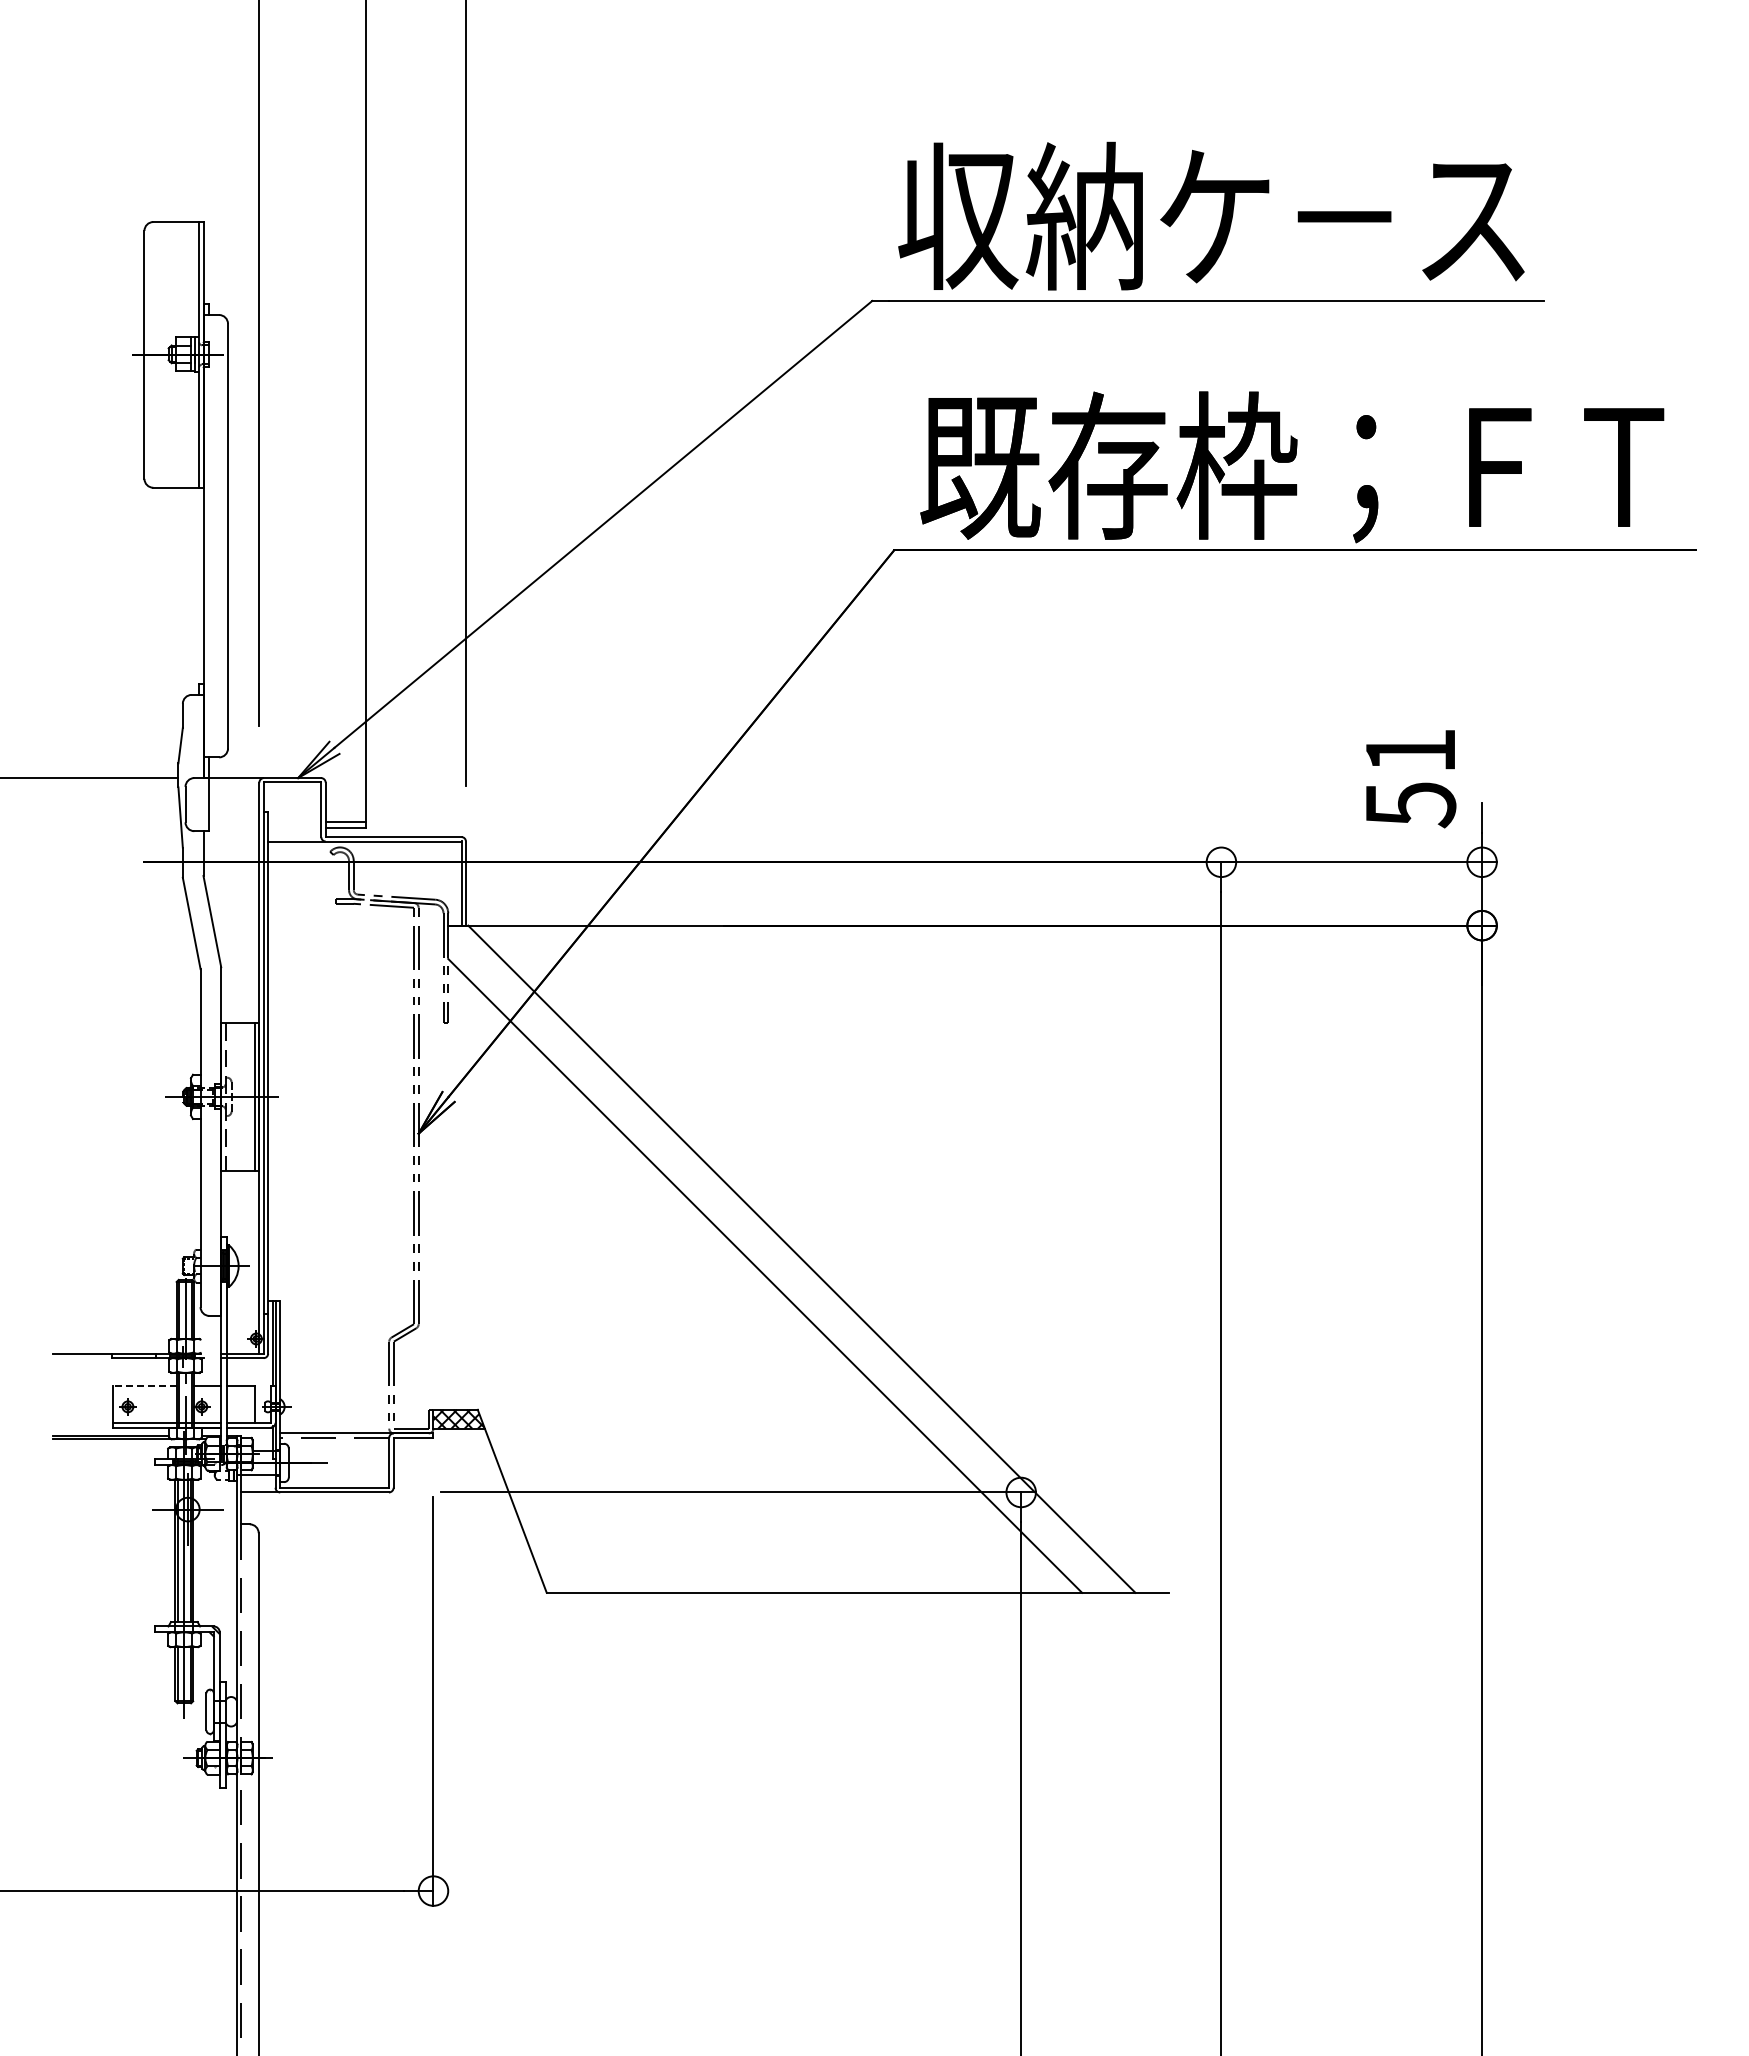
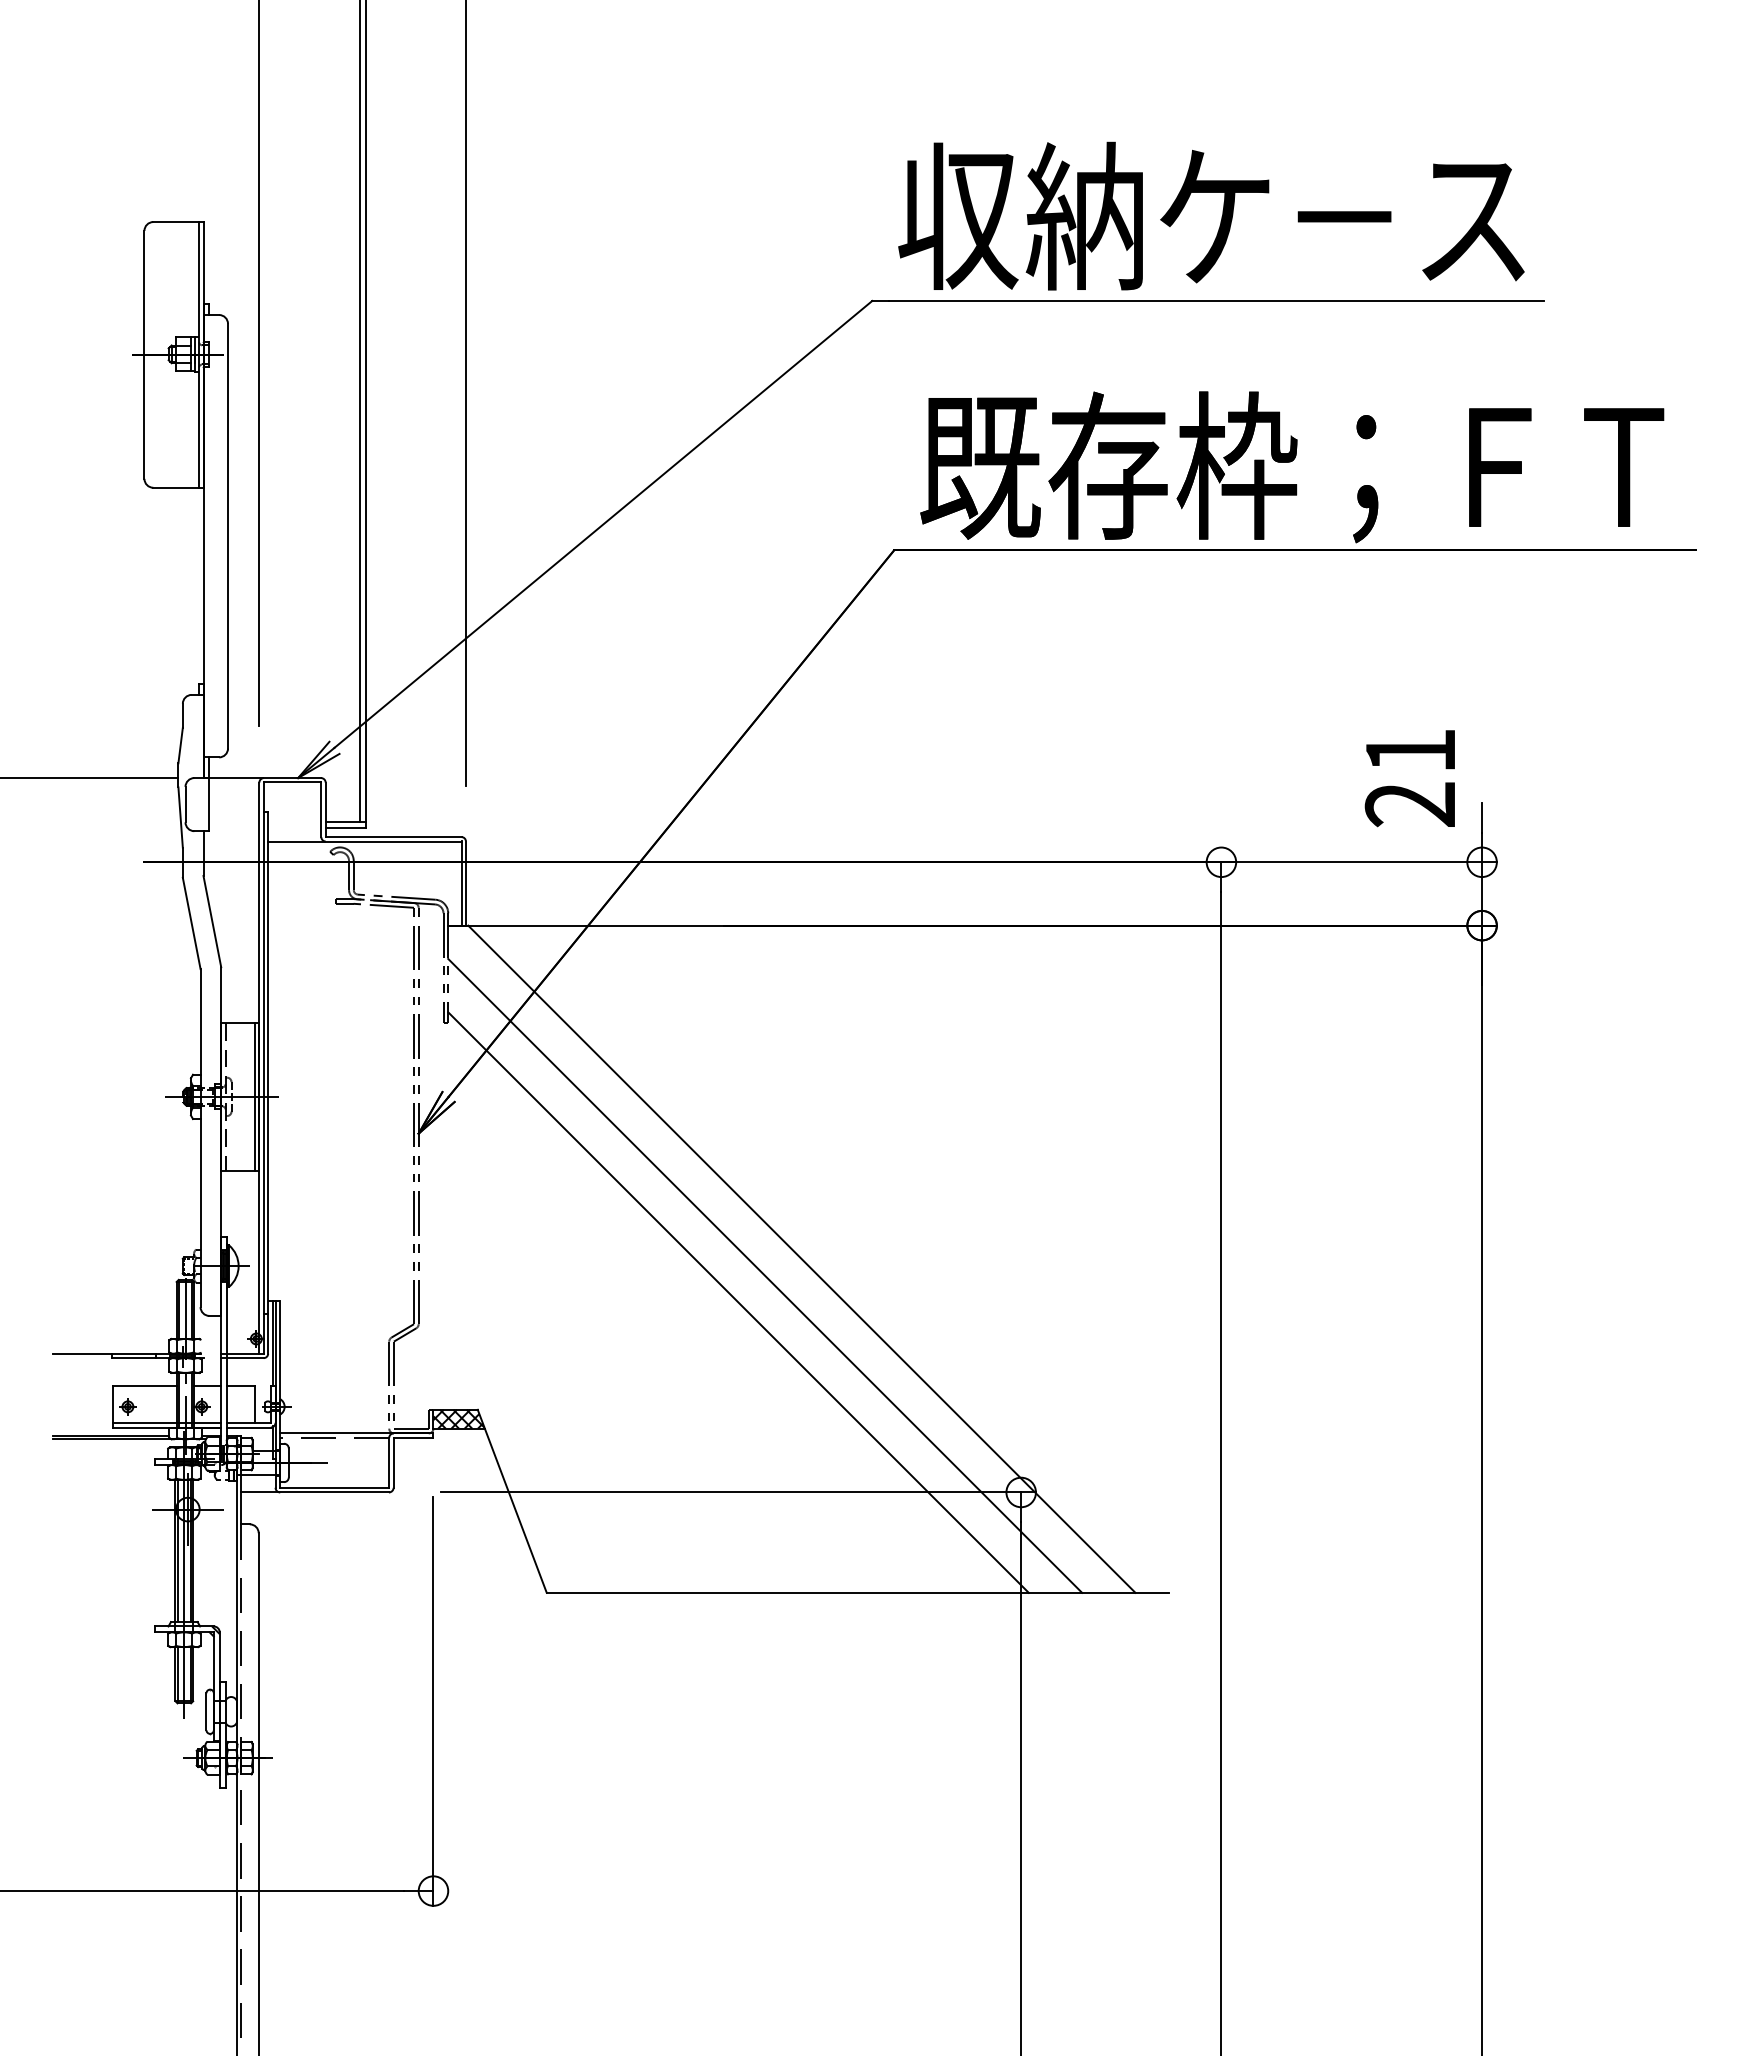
line at (360, 412): none -> present
text at (1410, 805): 51 -> 21
line at (738, 1302): none -> present
line at (144, 1386): dashed -> solid
